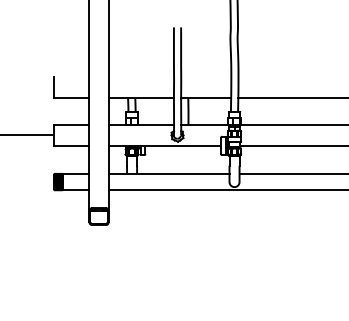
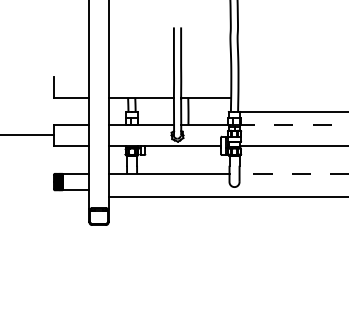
line at (291, 97) position: (291, 97) -> (291, 111)
line at (294, 125): solid -> dashed
line at (293, 174): solid -> dashed
line at (226, 189) position: (226, 189) -> (226, 196)
